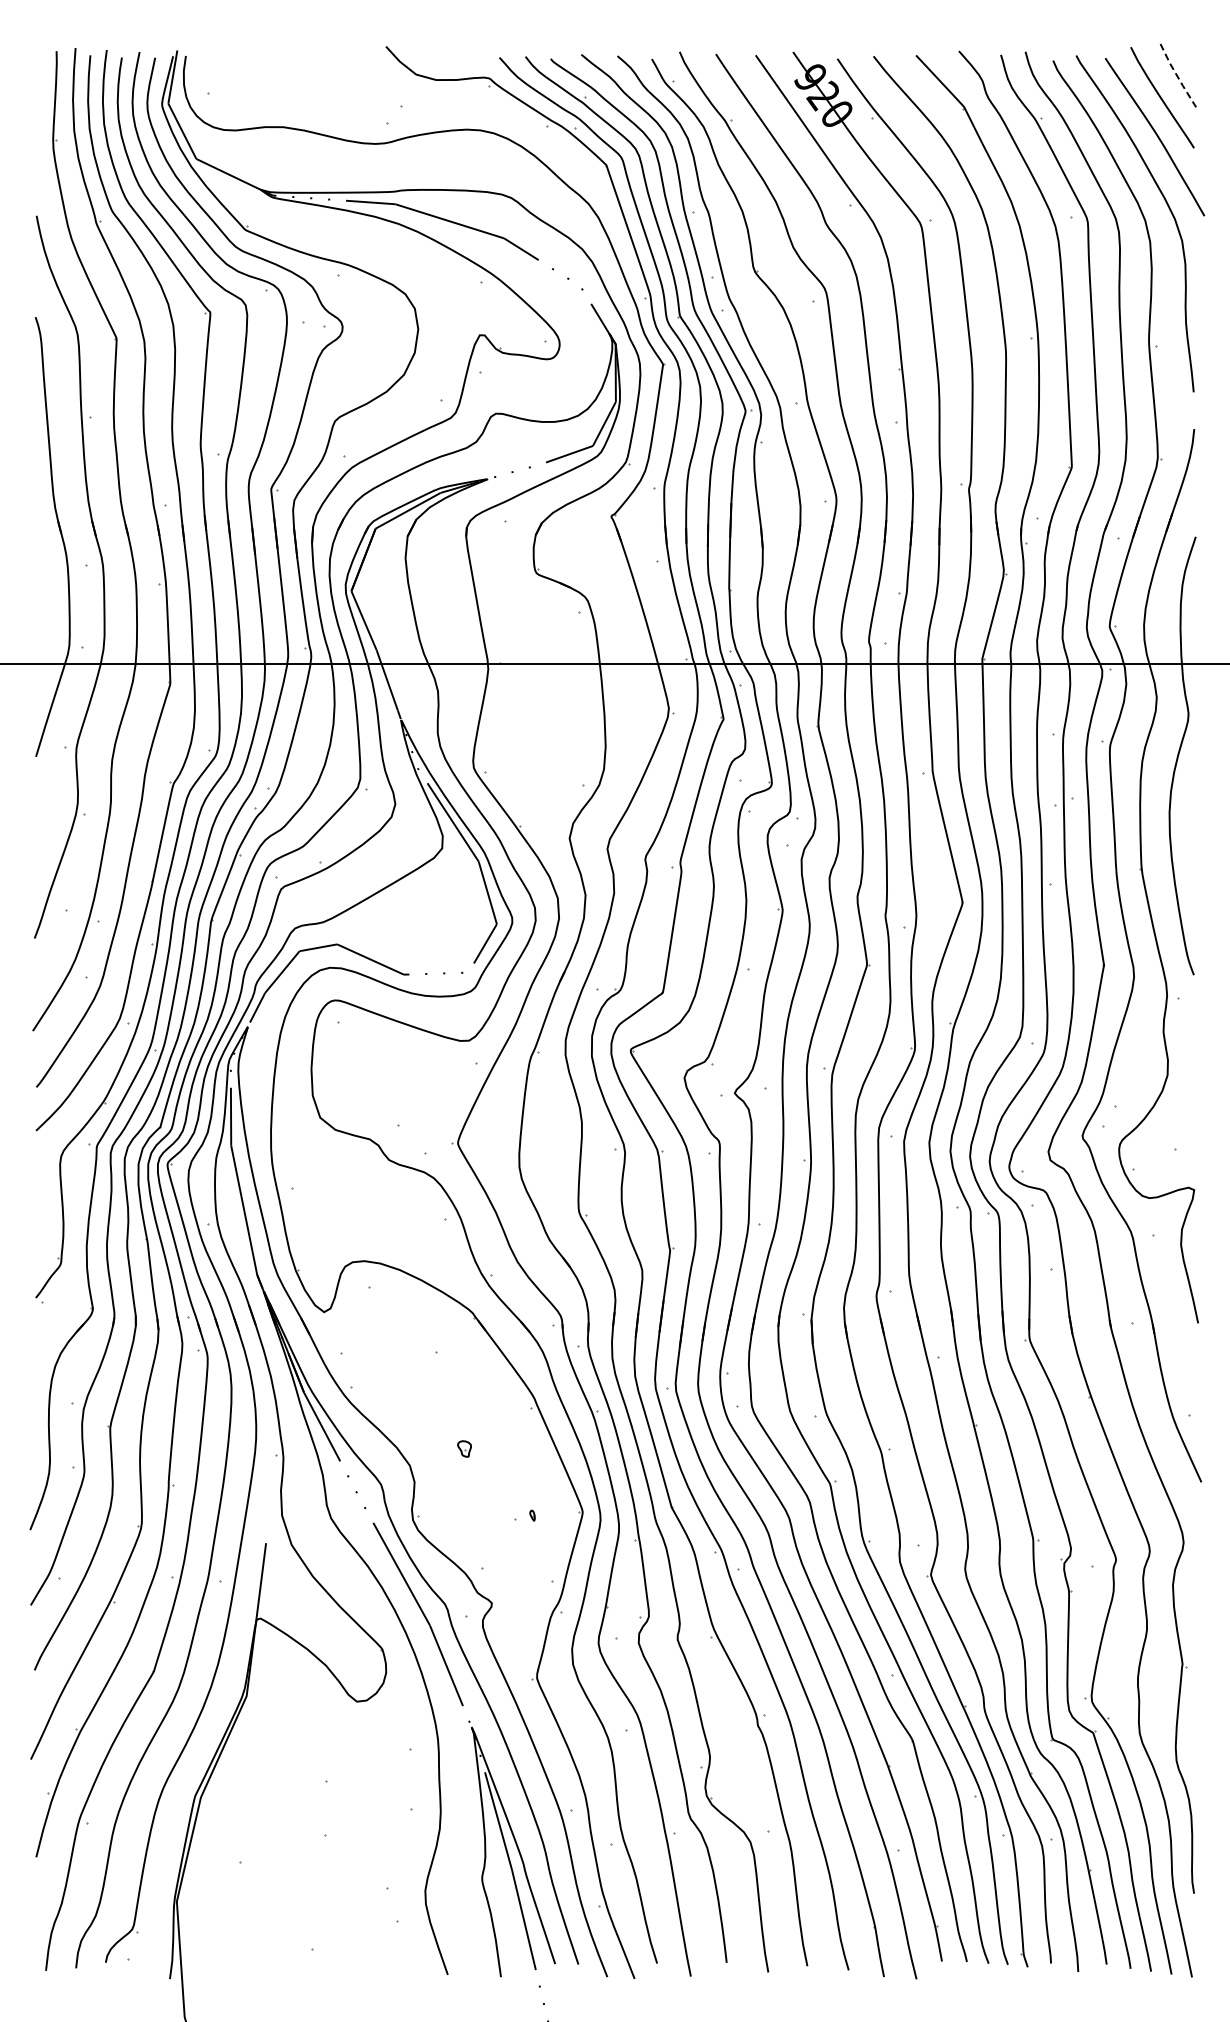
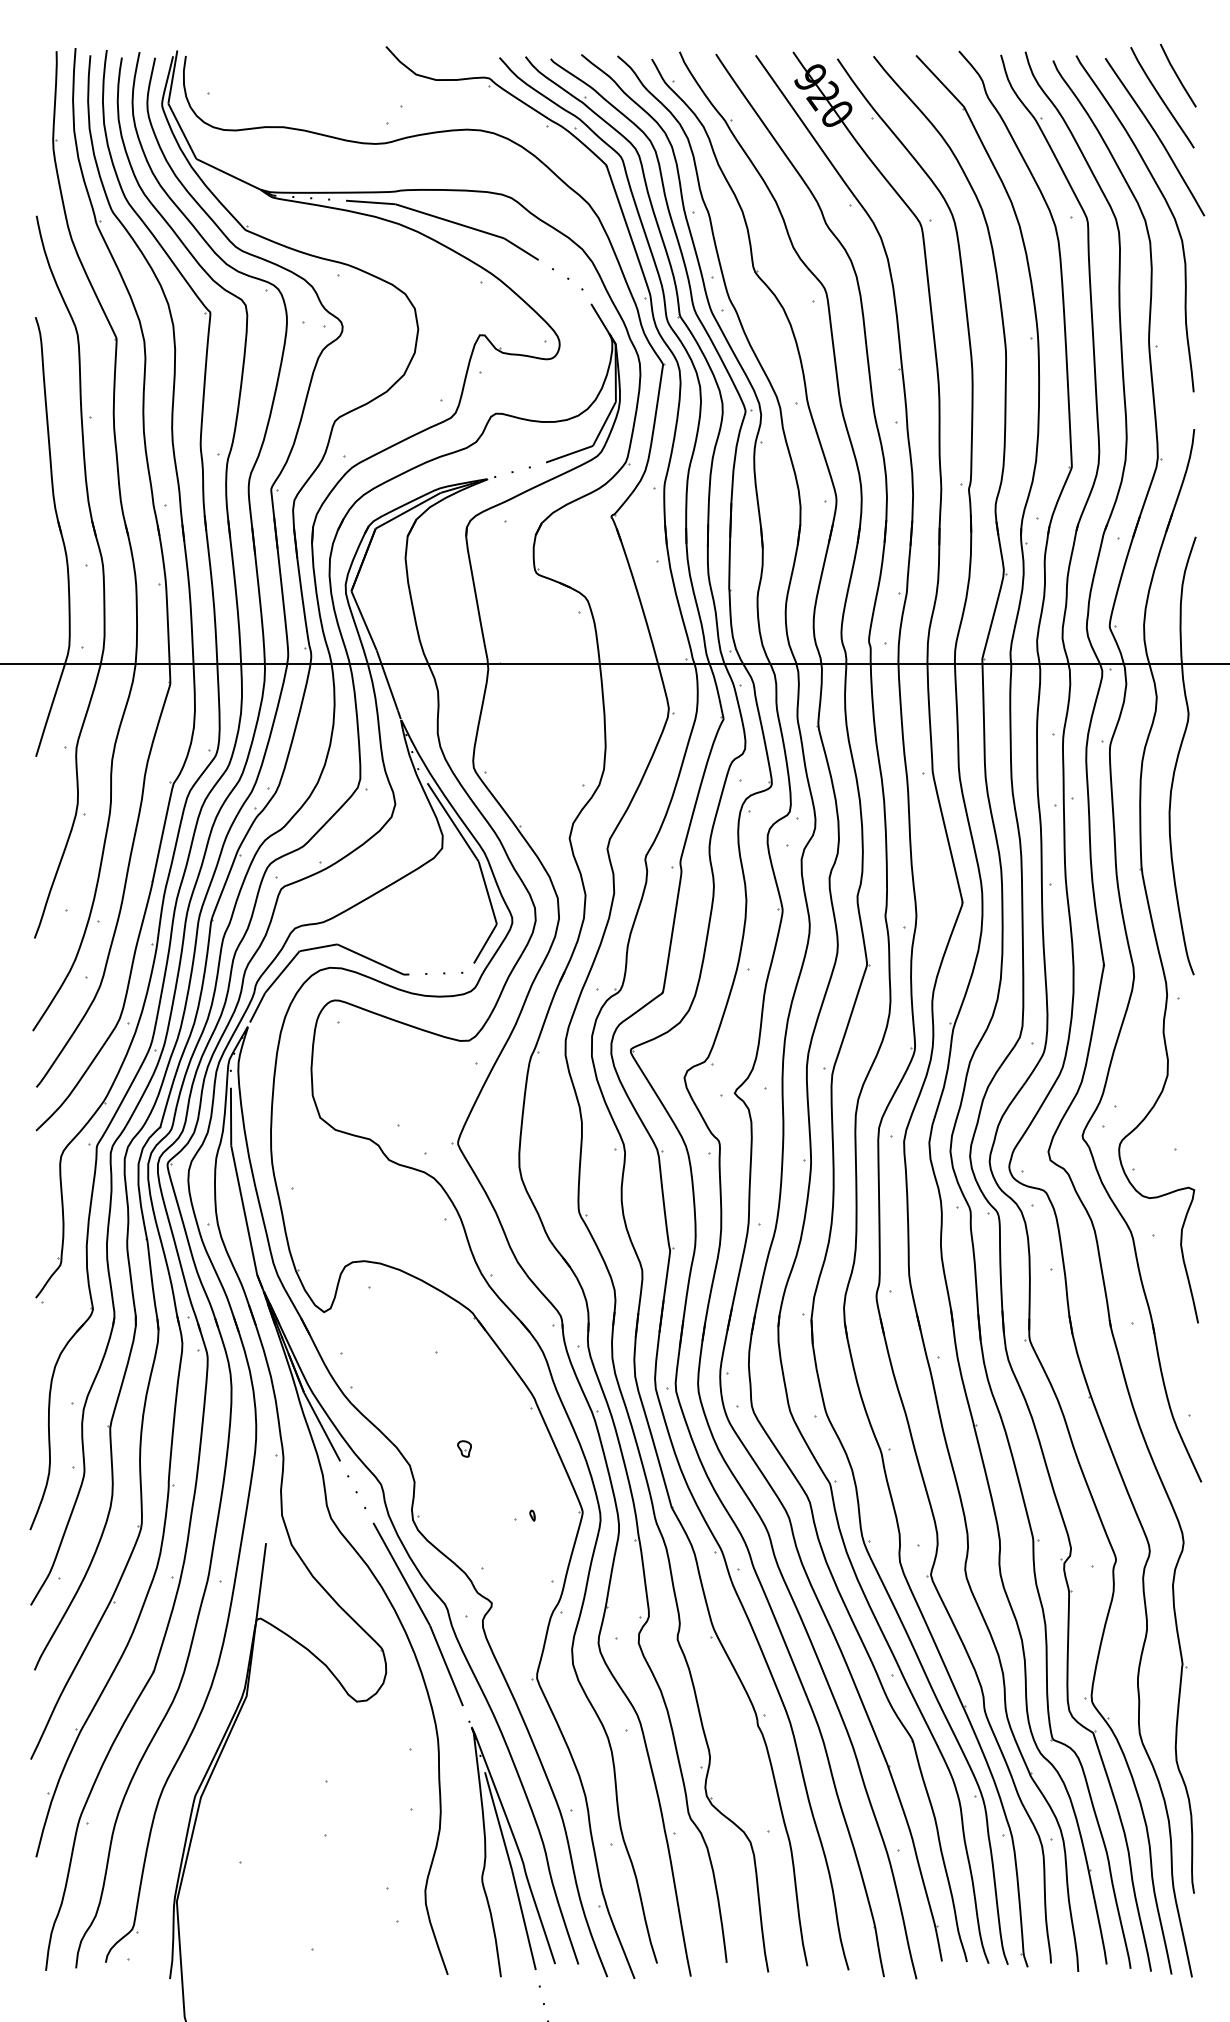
line at (1177, 76): dashed -> solid
